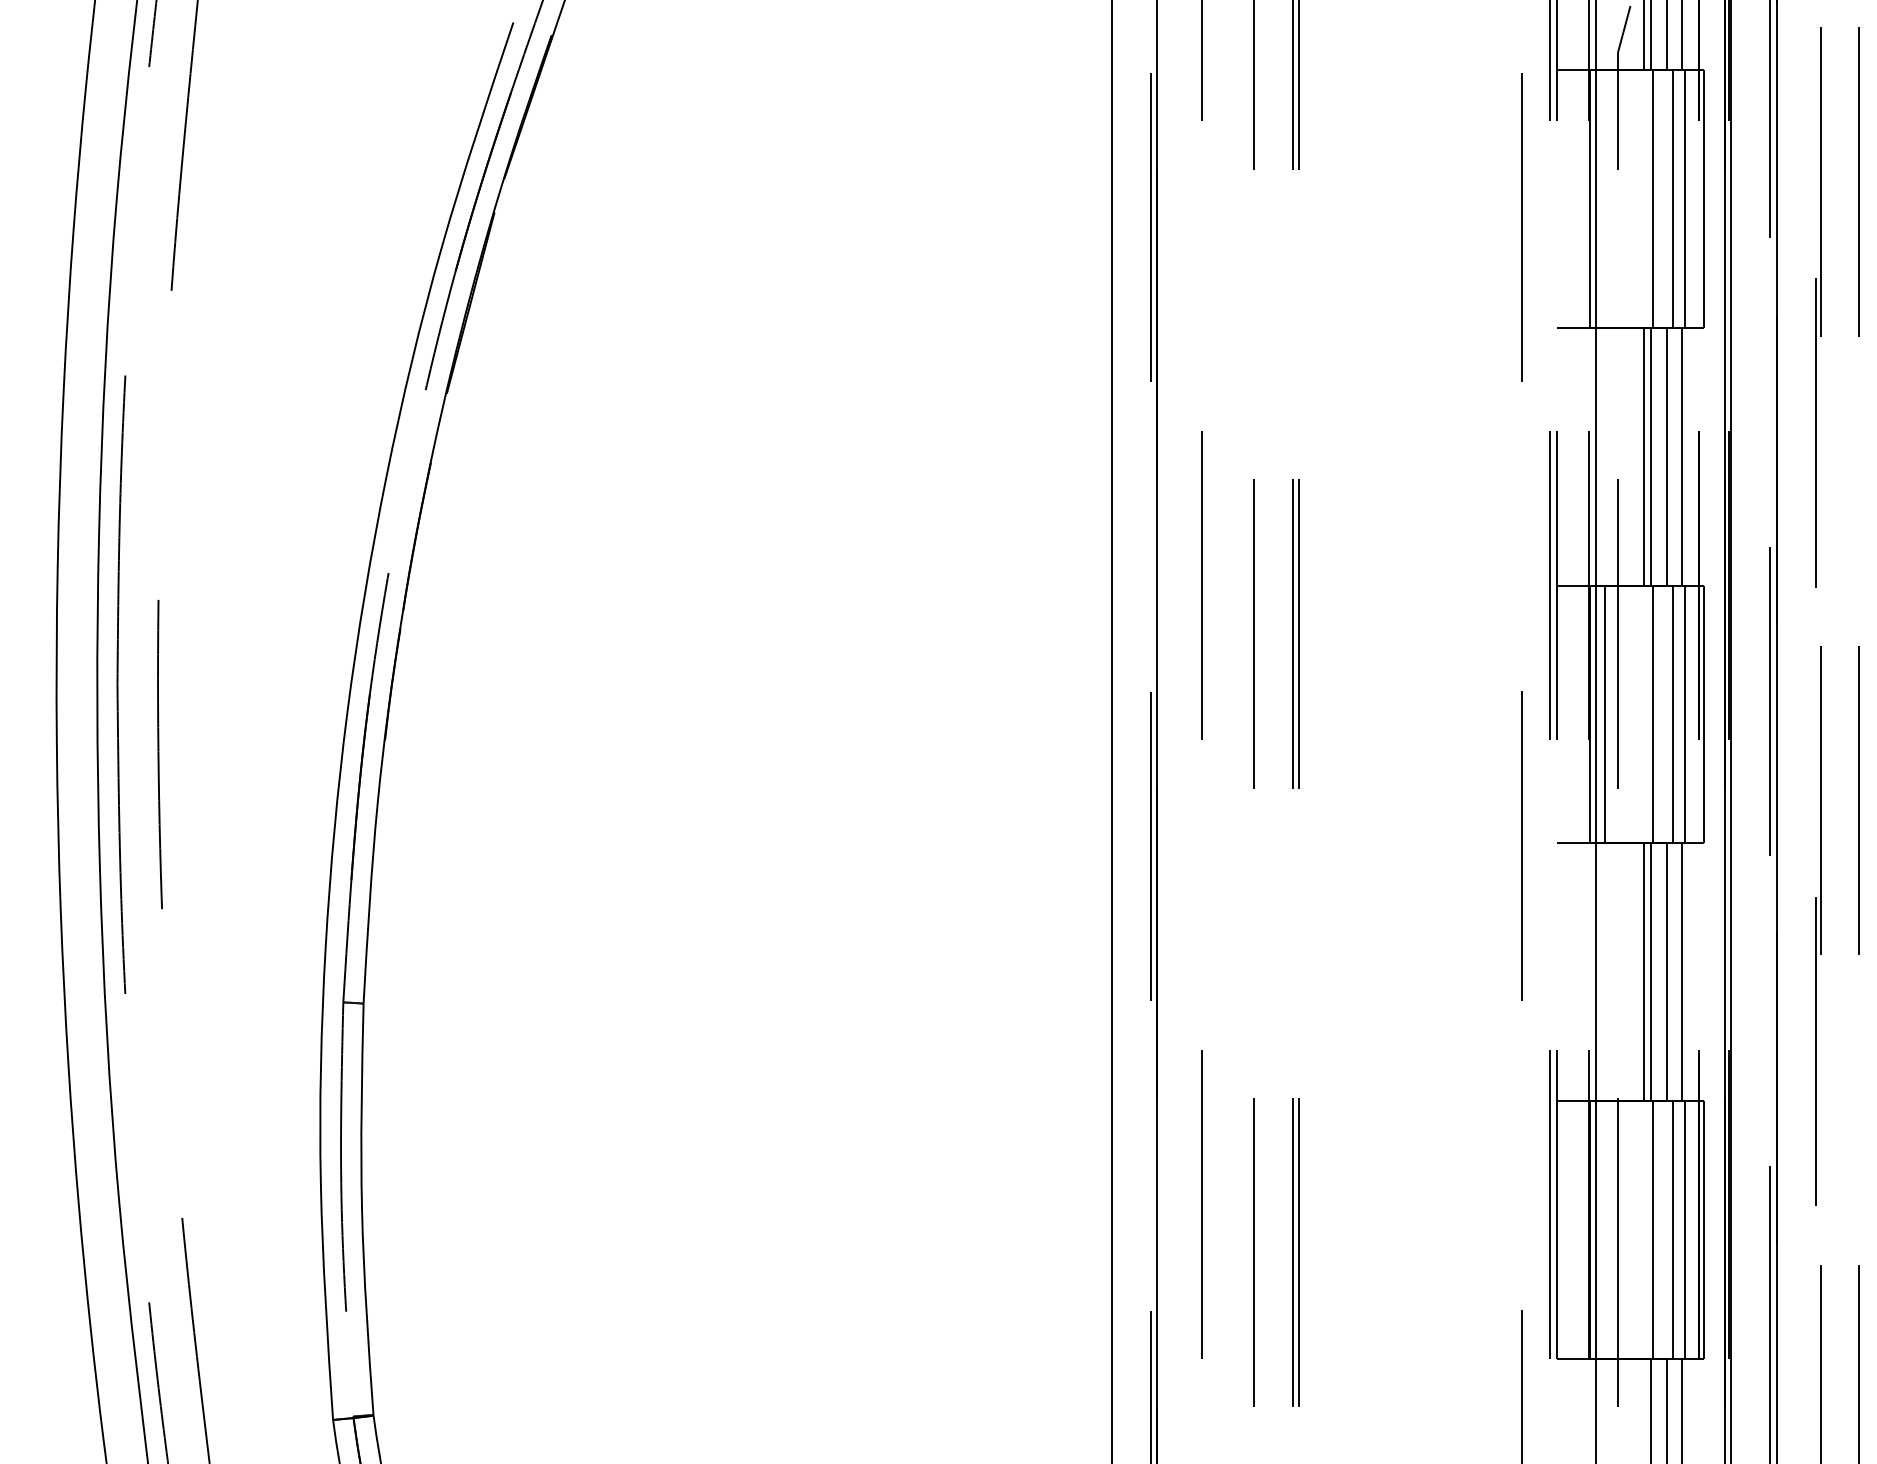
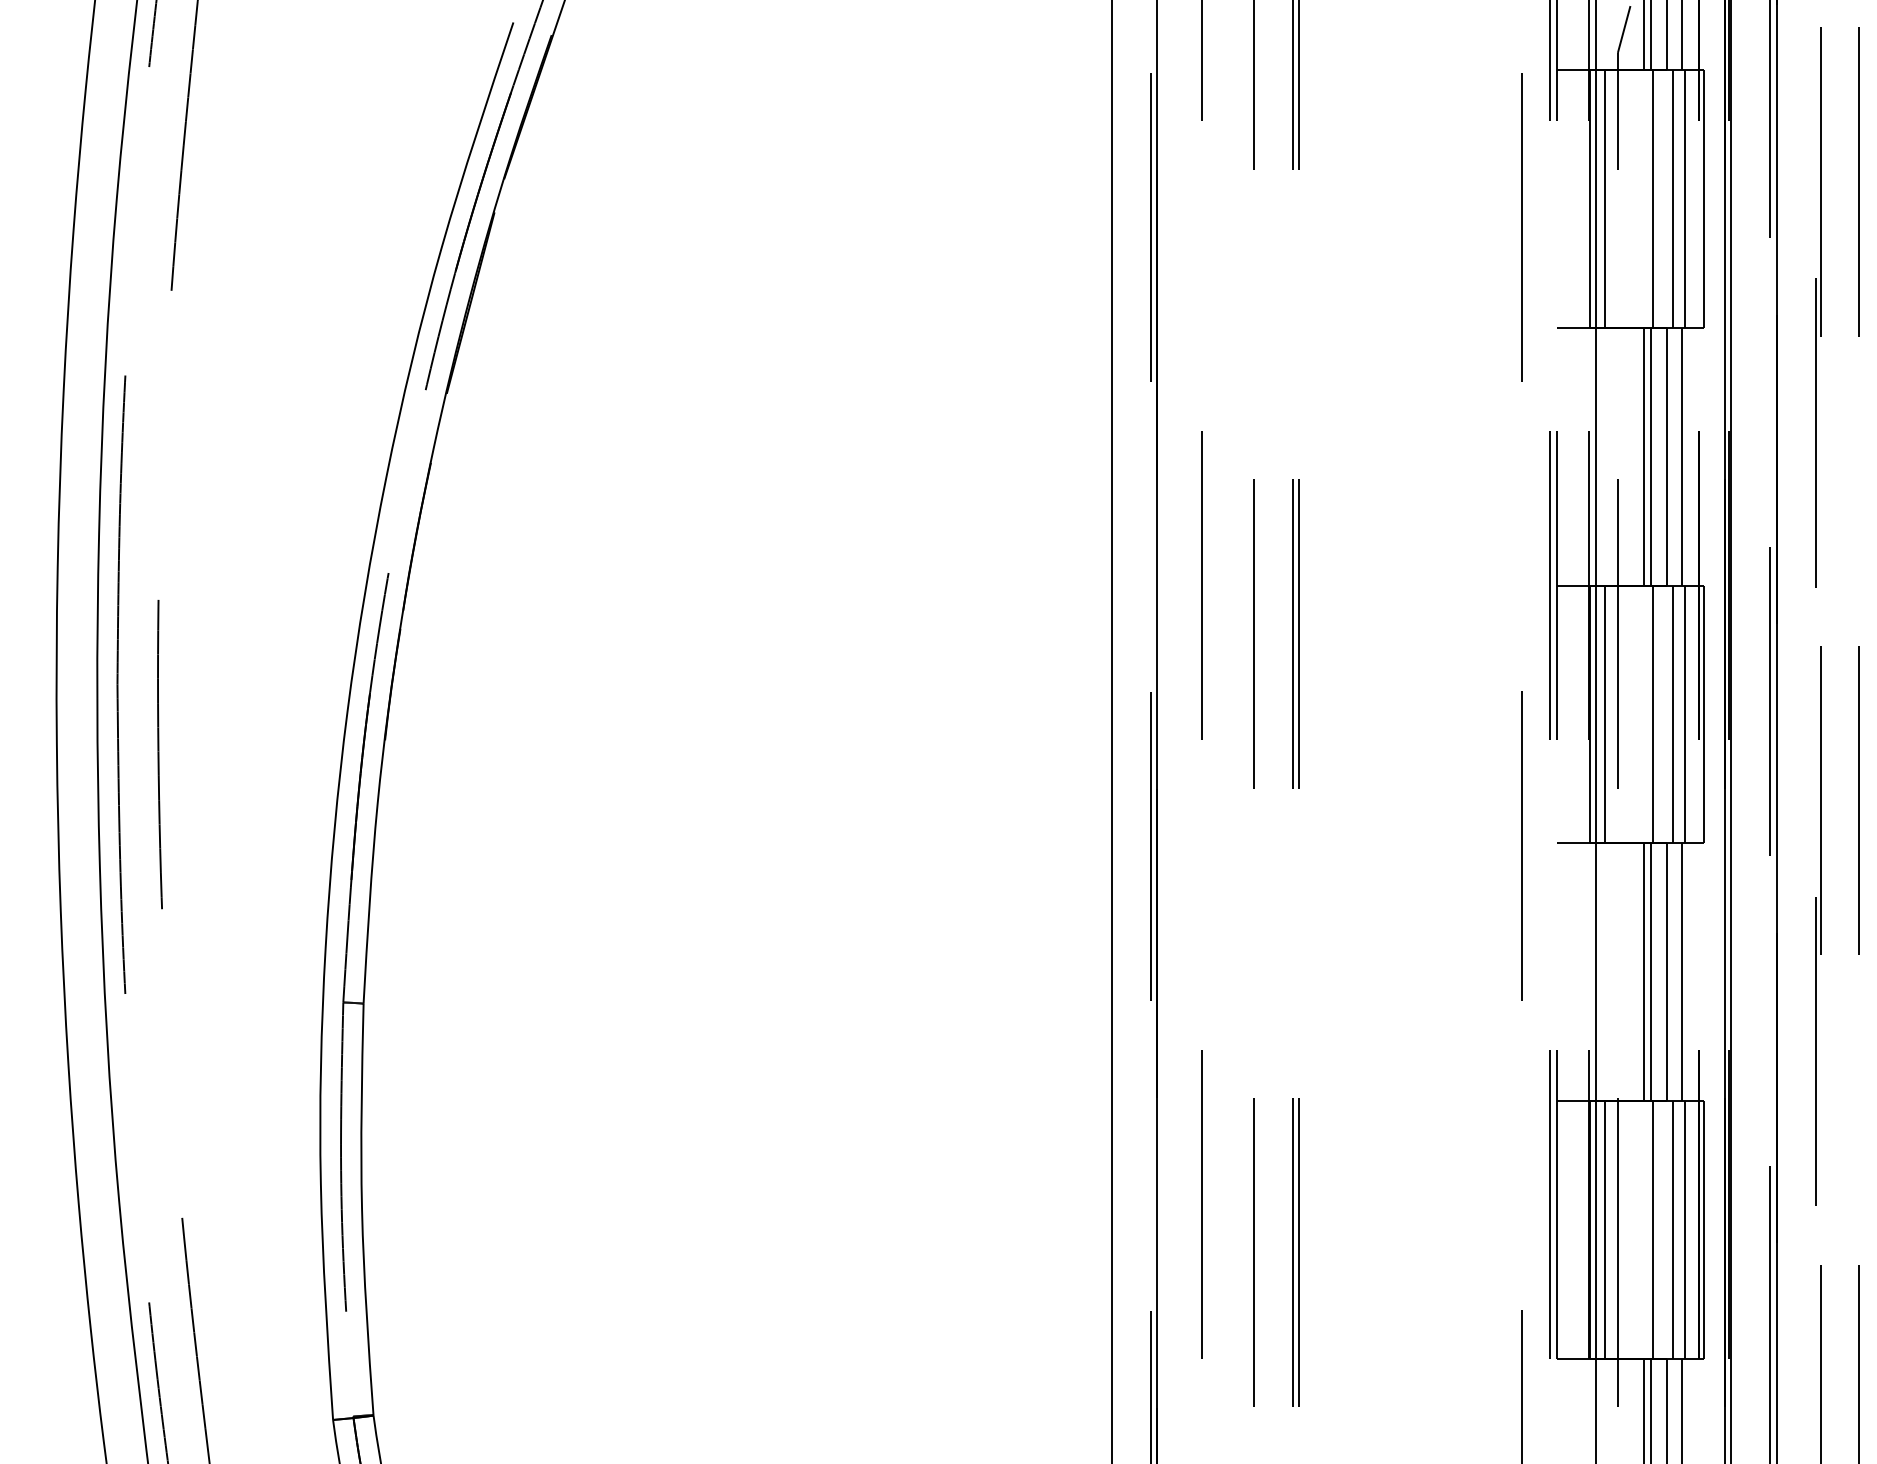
line at (1605, 198): none -> present
line at (1605, 1229): none -> present
line at (1643, 1409): none -> present
